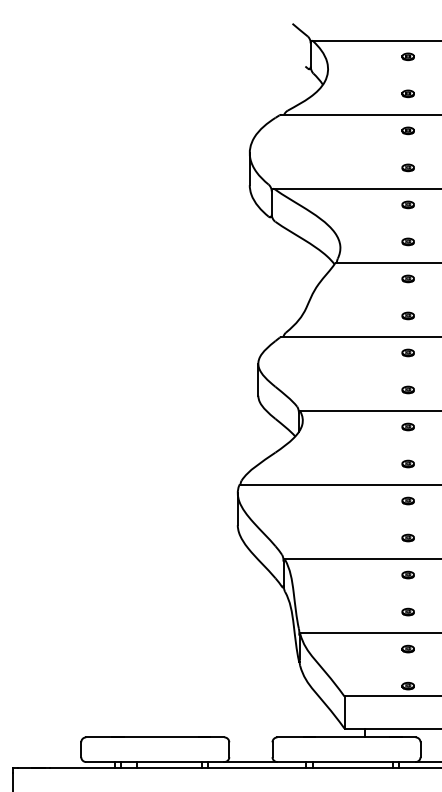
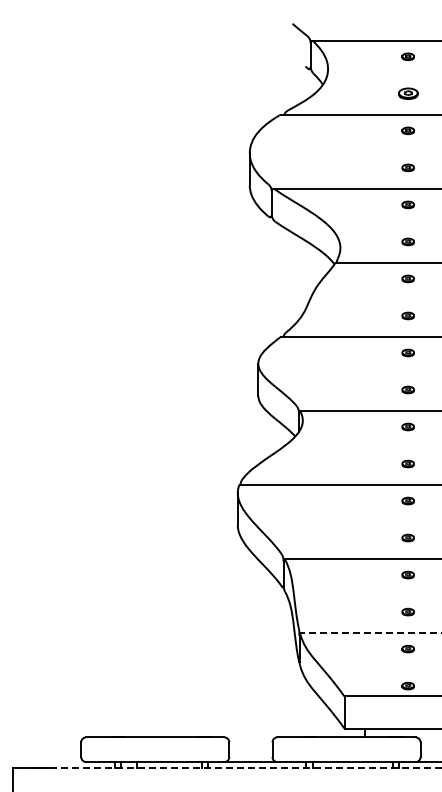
part at (407, 93) size: 14x10 px -> 21x13 px
line at (370, 633): solid -> dashed
line at (246, 768): solid -> dashed
